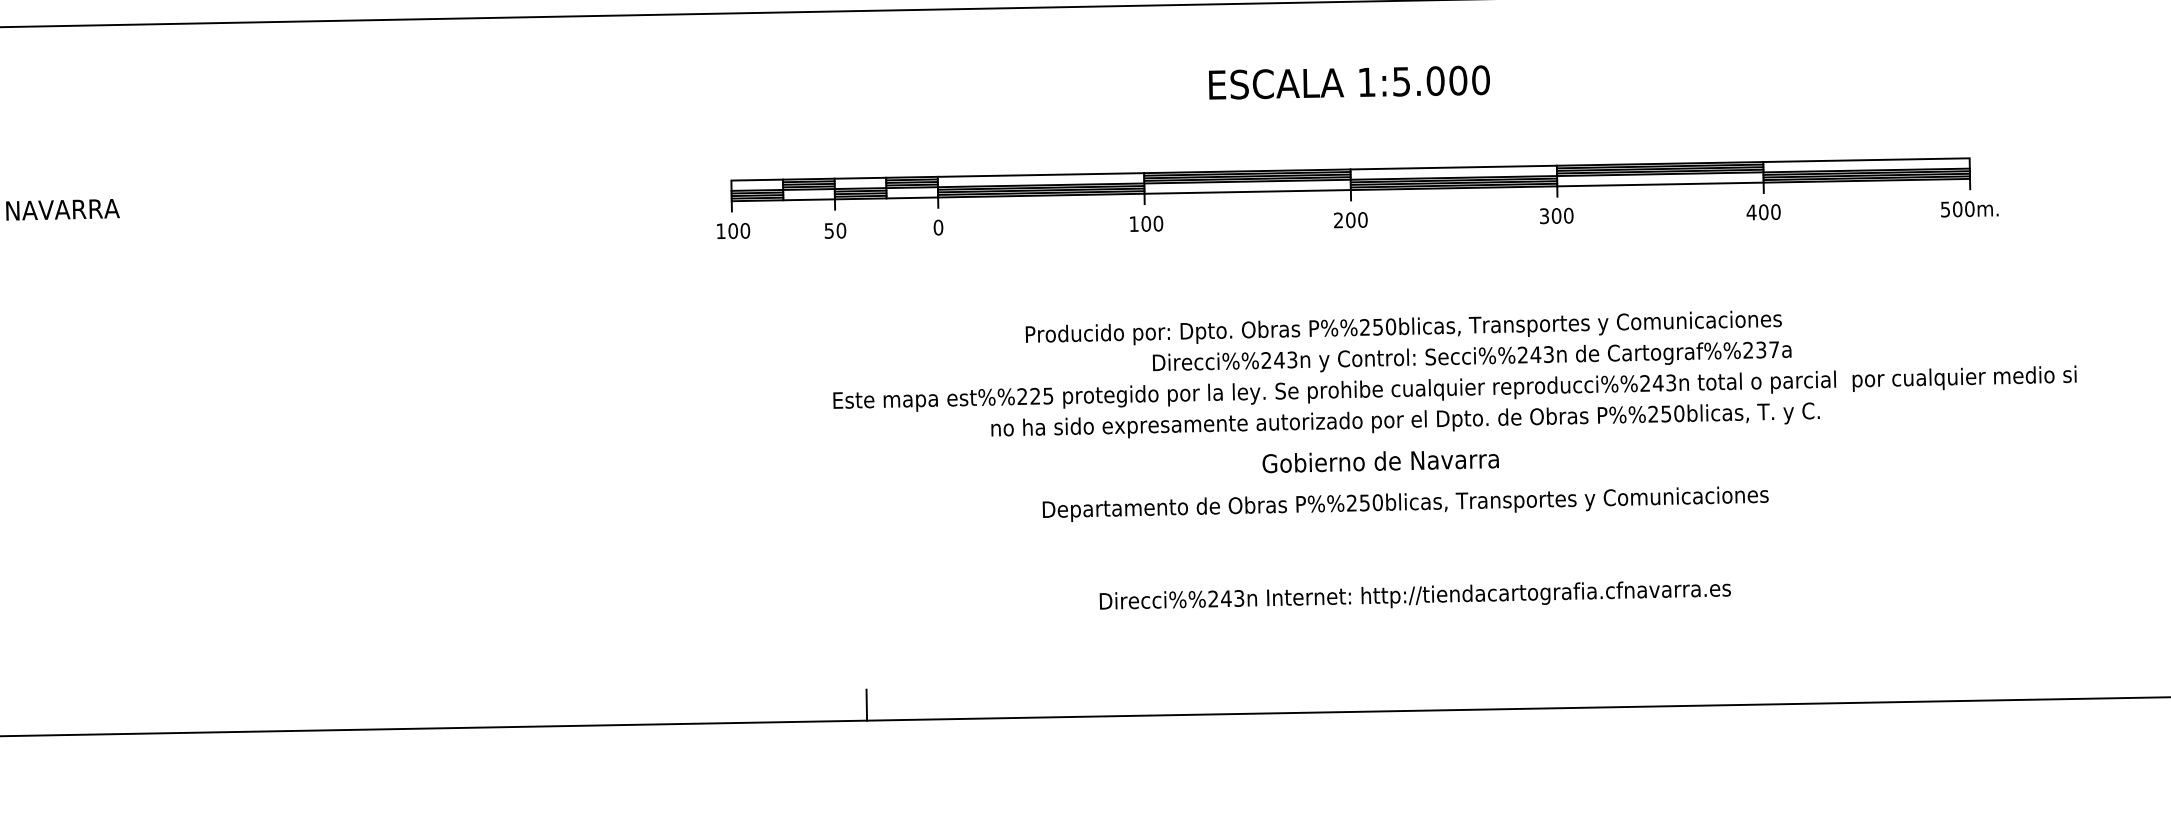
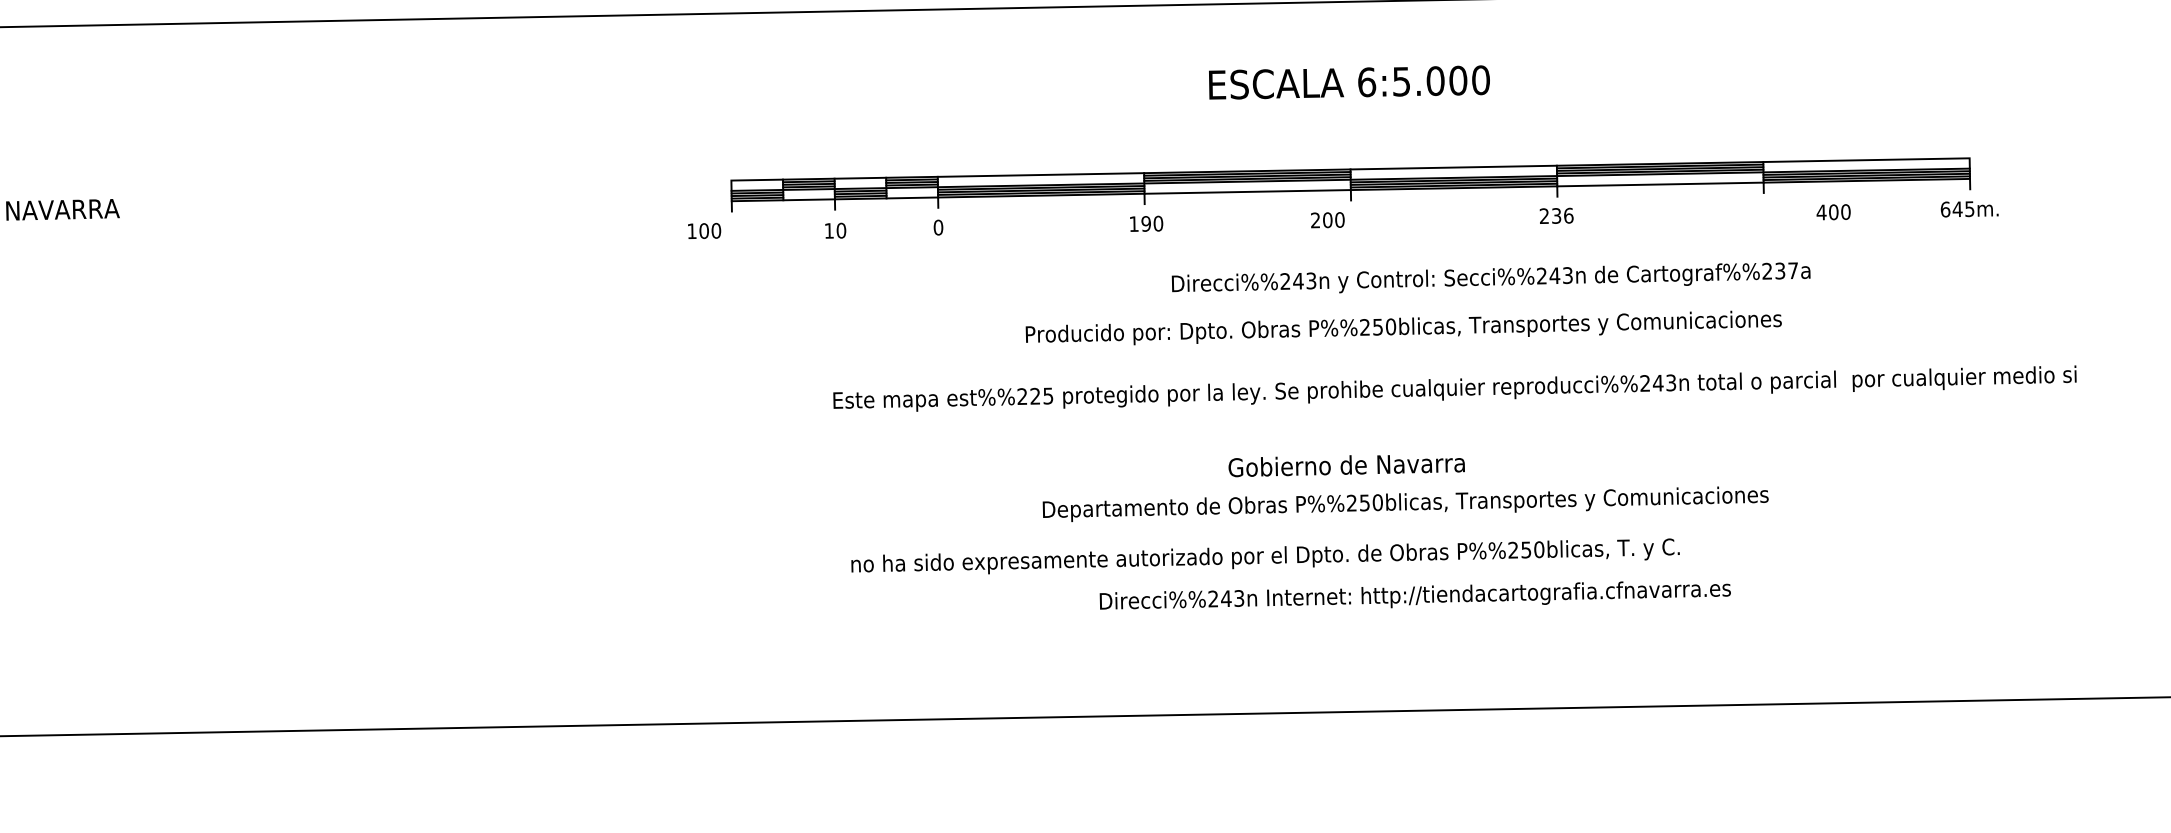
text at (1367, 82): 1:5.000 -> 6:5.000
text at (1957, 209): 500m. -> 645m.
text at (1763, 212) position: (1763, 212) -> (1833, 212)
text at (1556, 215): 300 -> 236
text at (1350, 220) position: (1350, 220) -> (1327, 220)
text at (1145, 223): 100 -> 190
text at (733, 230) position: (733, 230) -> (704, 230)
text at (828, 230): 50 -> 10
text at (1471, 356) position: (1471, 356) -> (1490, 277)
text at (1405, 420) position: (1405, 420) -> (1265, 556)
text at (1380, 462) position: (1380, 462) -> (1346, 466)
line at (866, 704): present -> none
